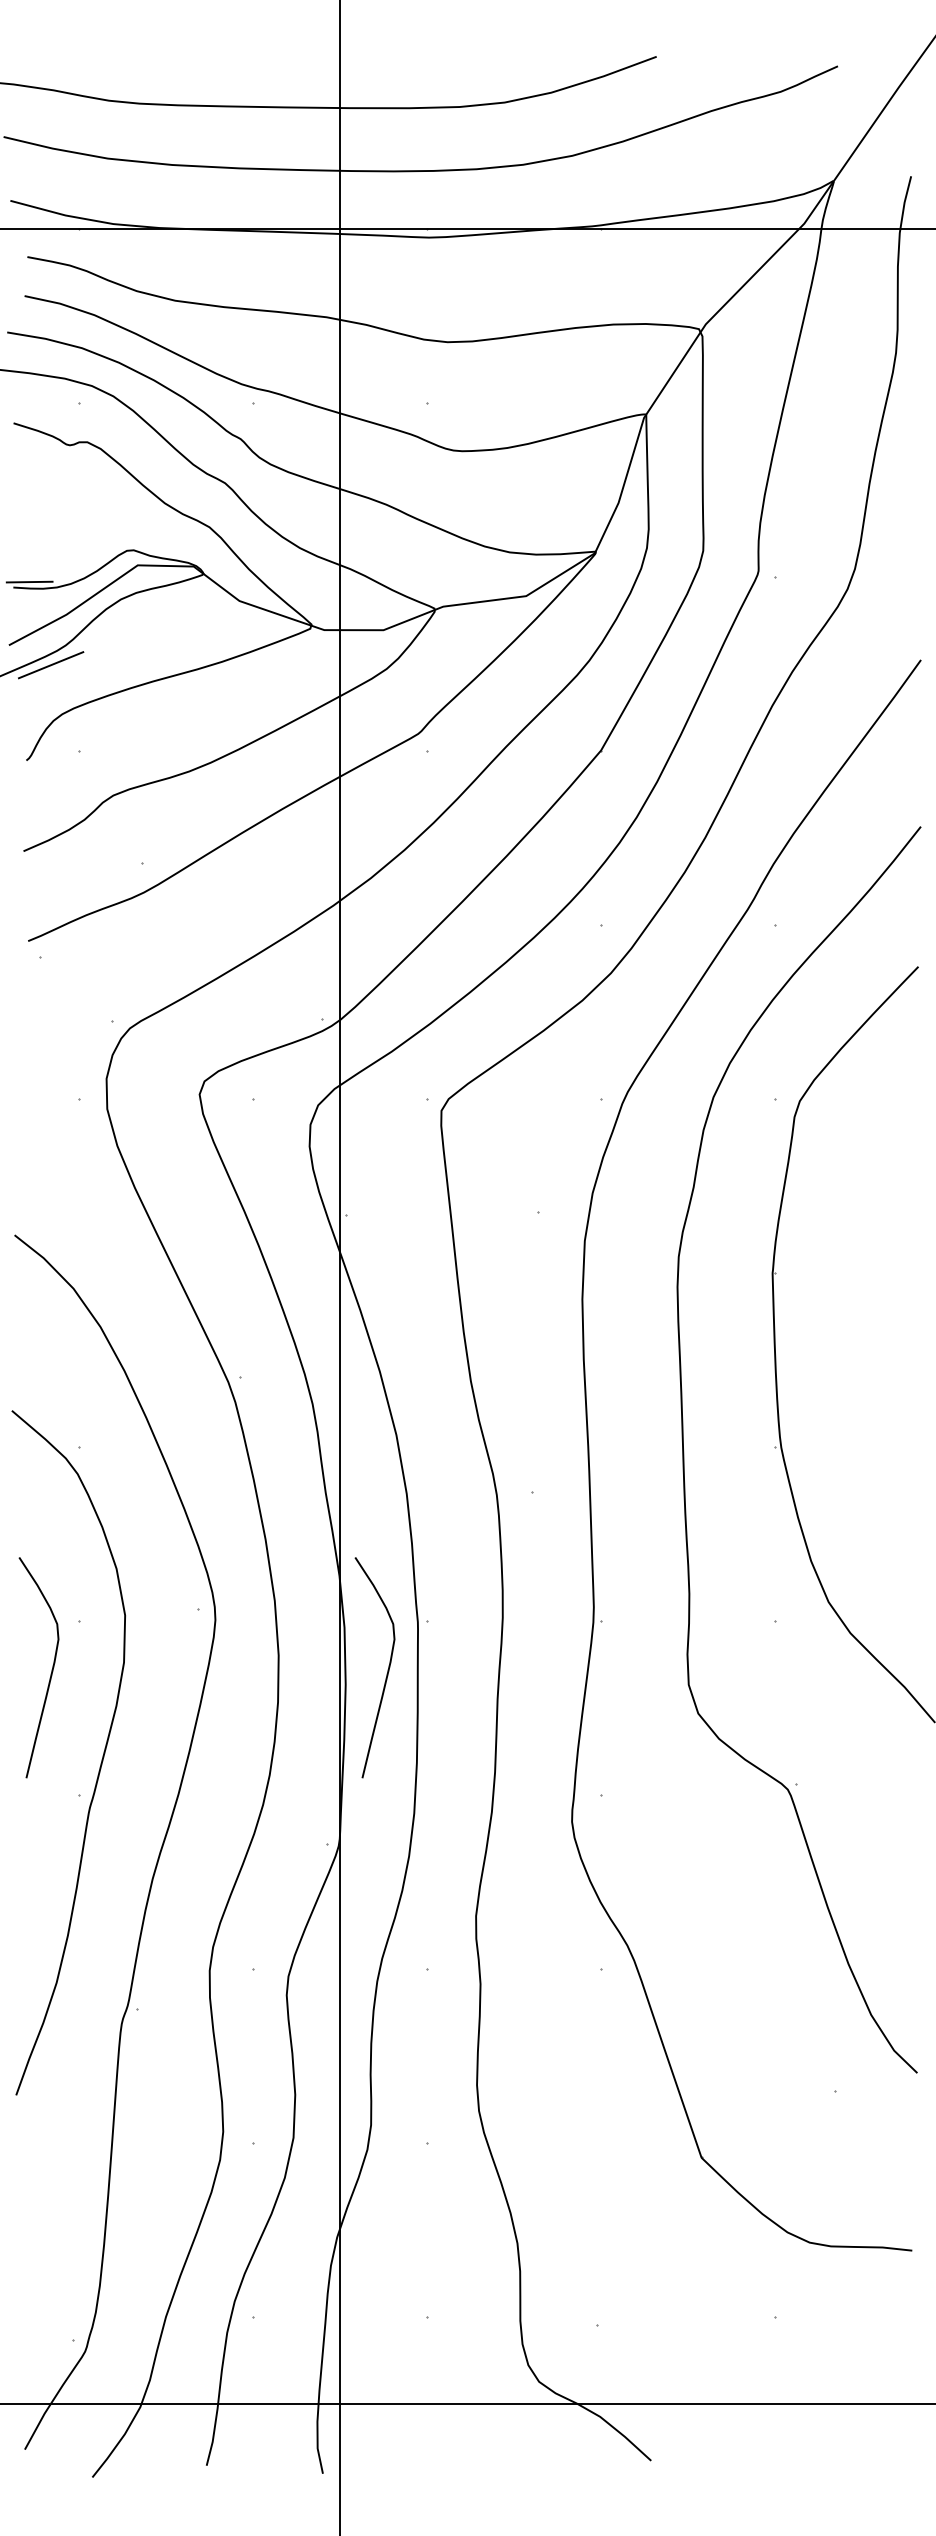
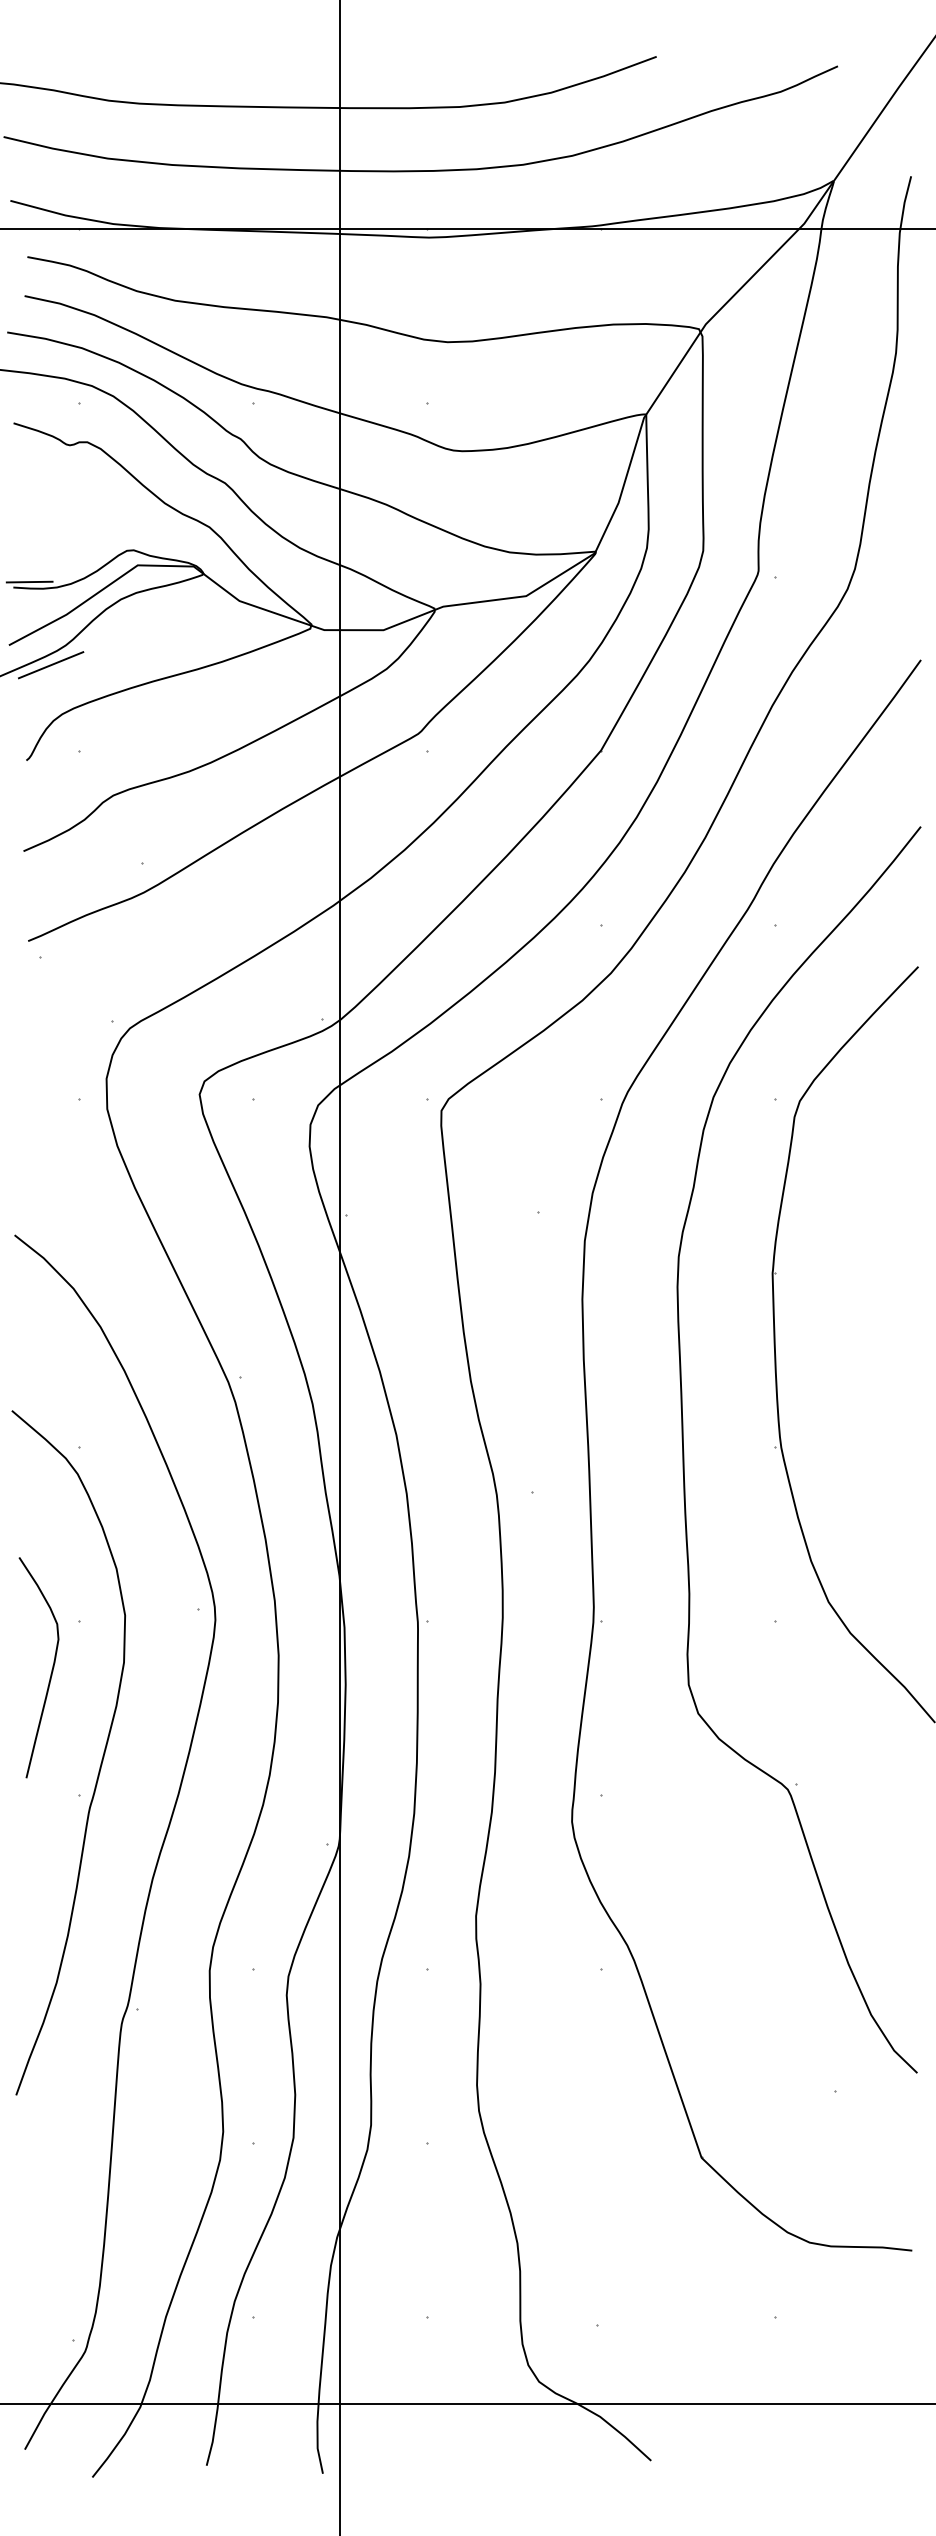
curve at (387, 1669): present -> none
